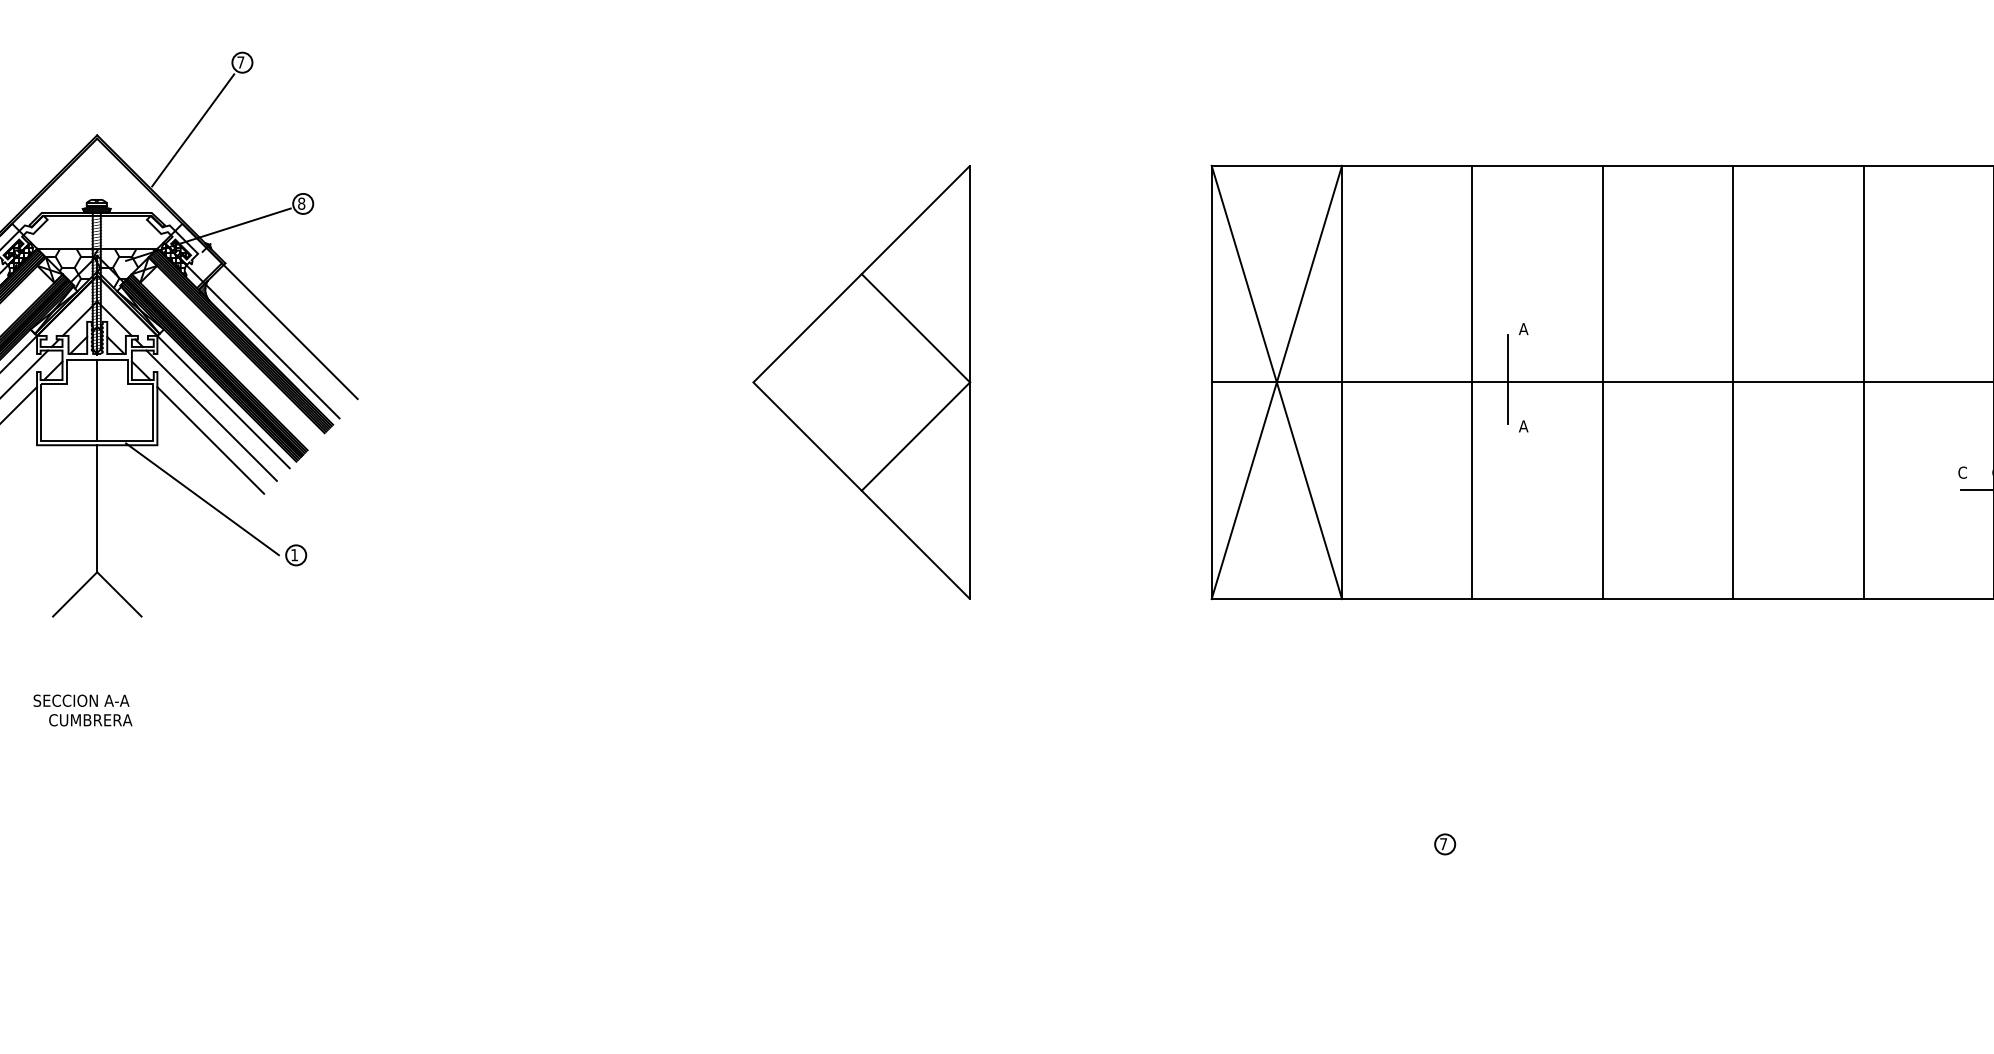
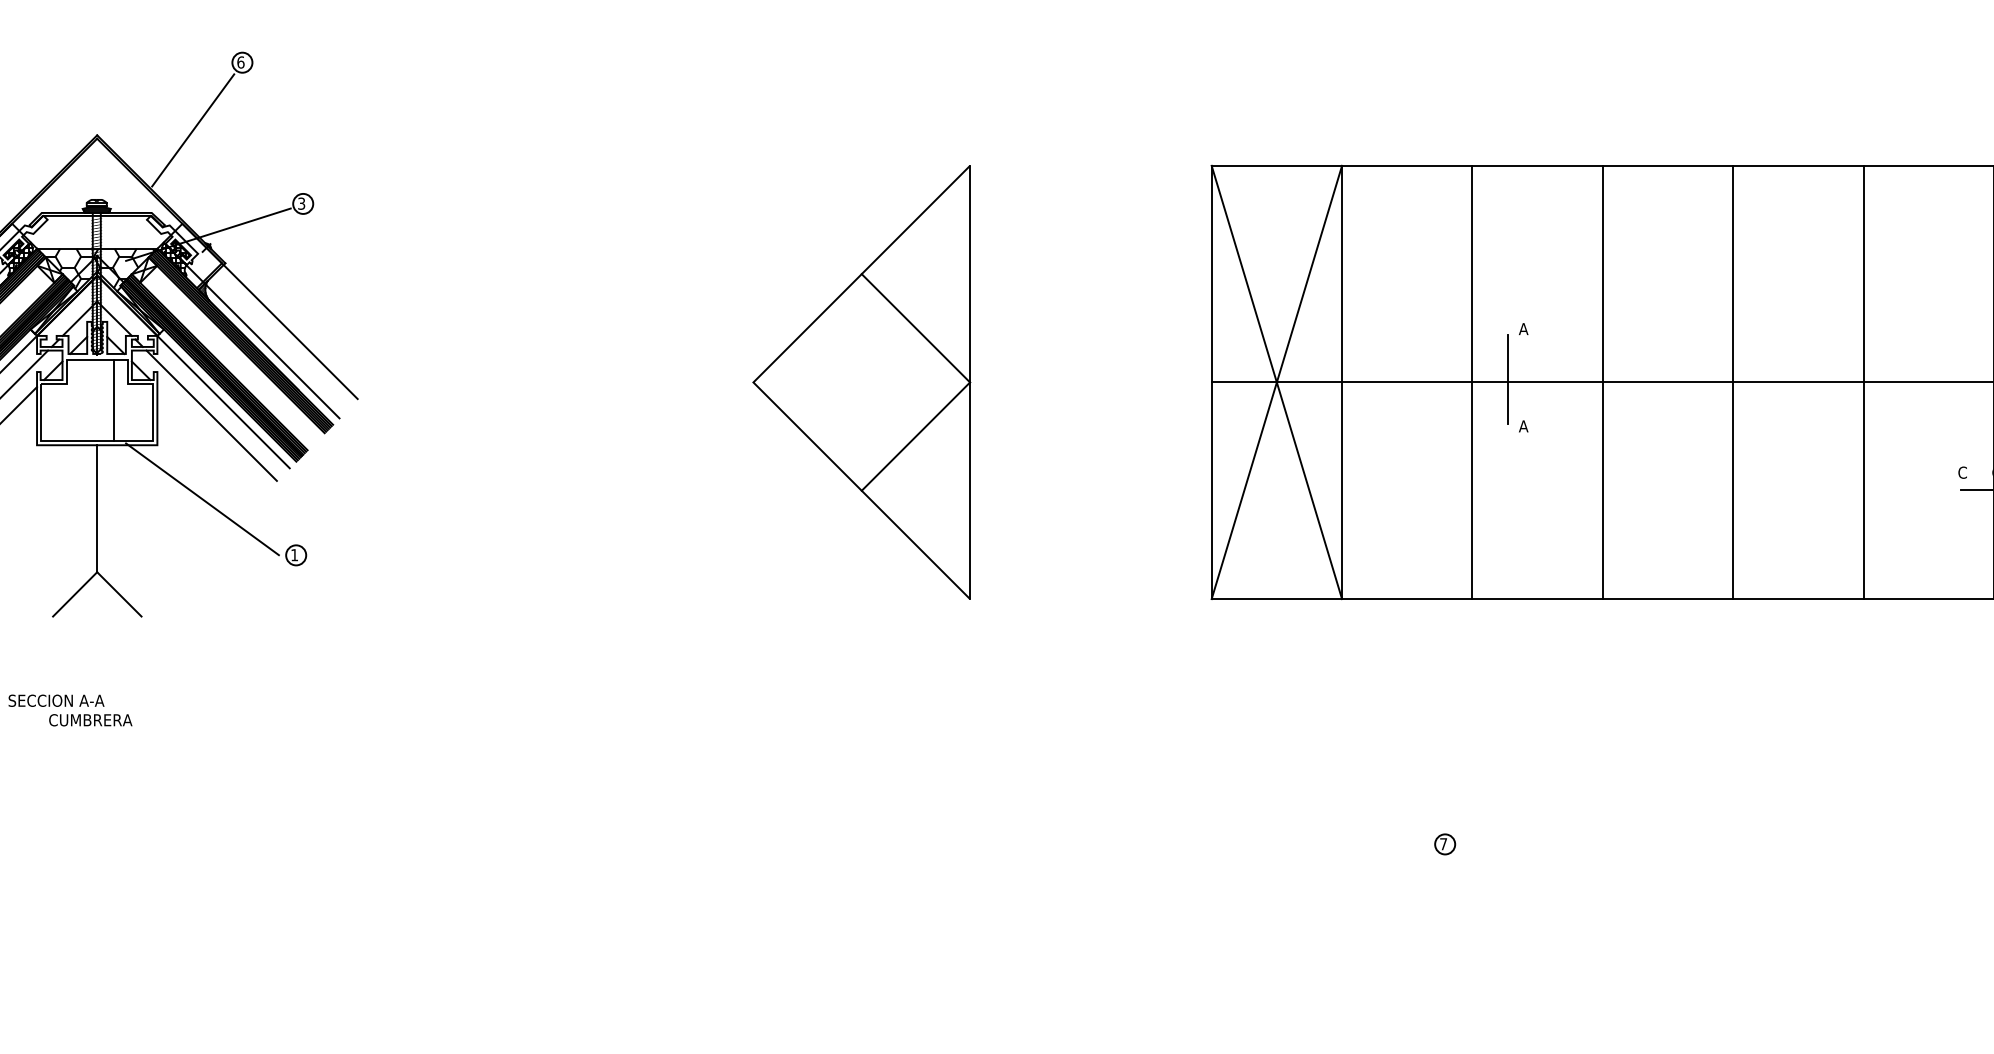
text at (240, 62): 7 -> 6
text at (301, 203): 8 -> 3
line at (97, 400) position: (97, 400) -> (114, 400)
line at (210, 440): present -> none
text at (81, 700) position: (81, 700) -> (56, 700)
